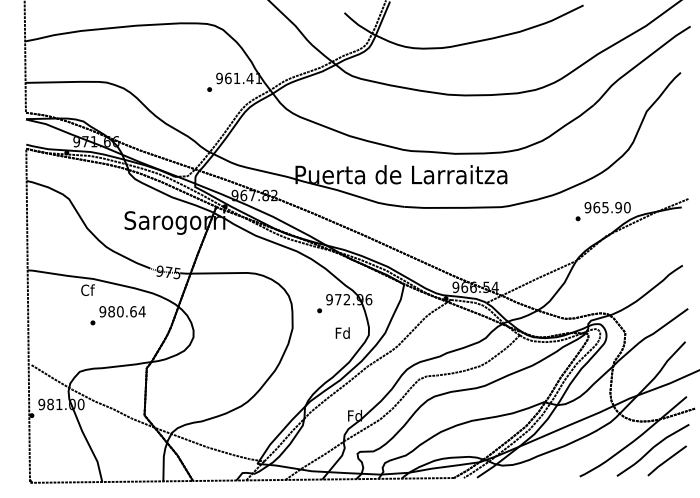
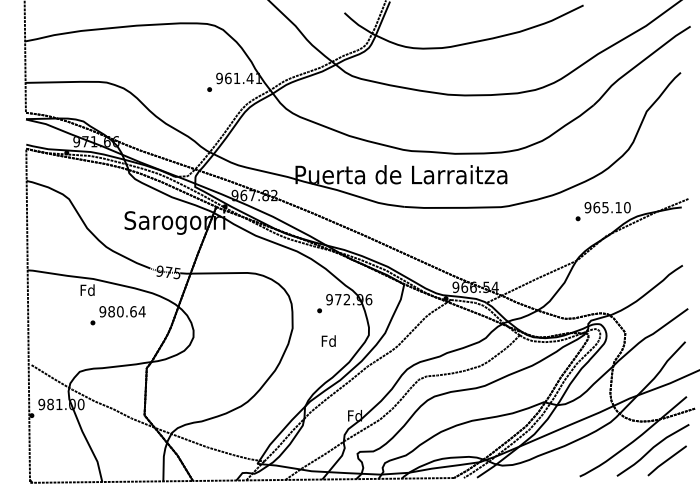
text at (618, 207): 965.90 -> 965.10
text at (87, 289): Cf -> Fd
text at (342, 332) position: (342, 332) -> (328, 340)
